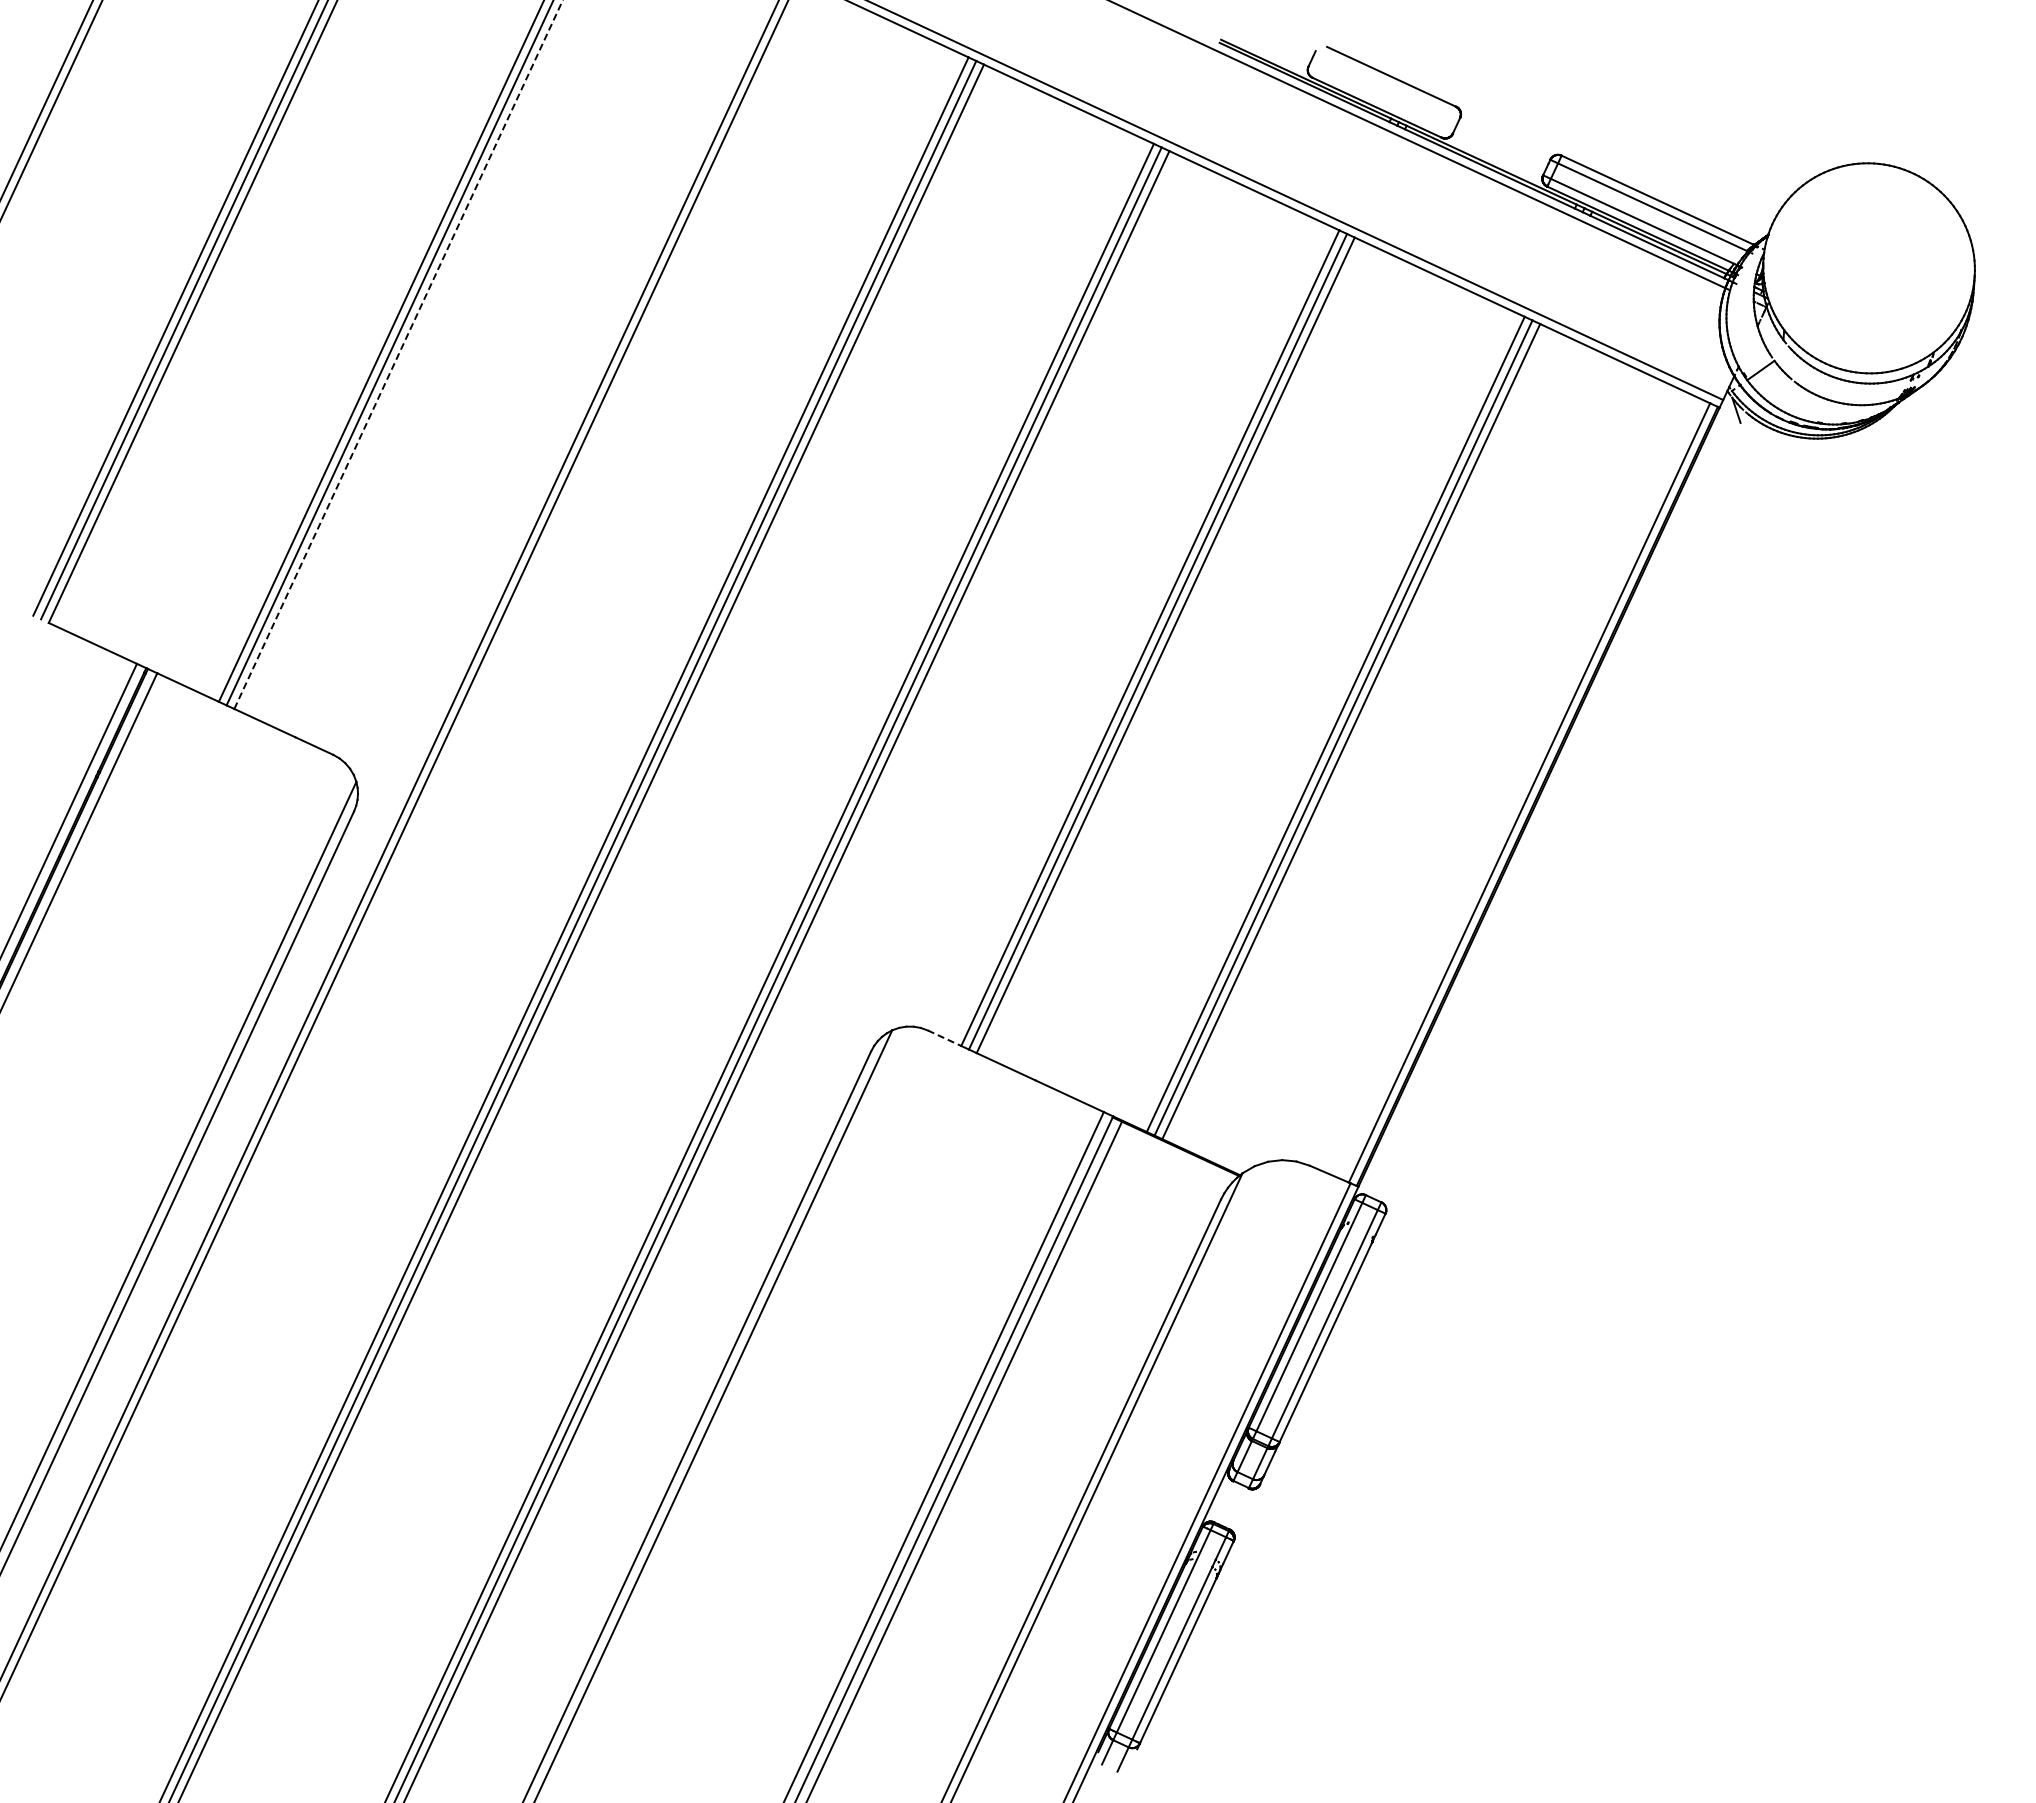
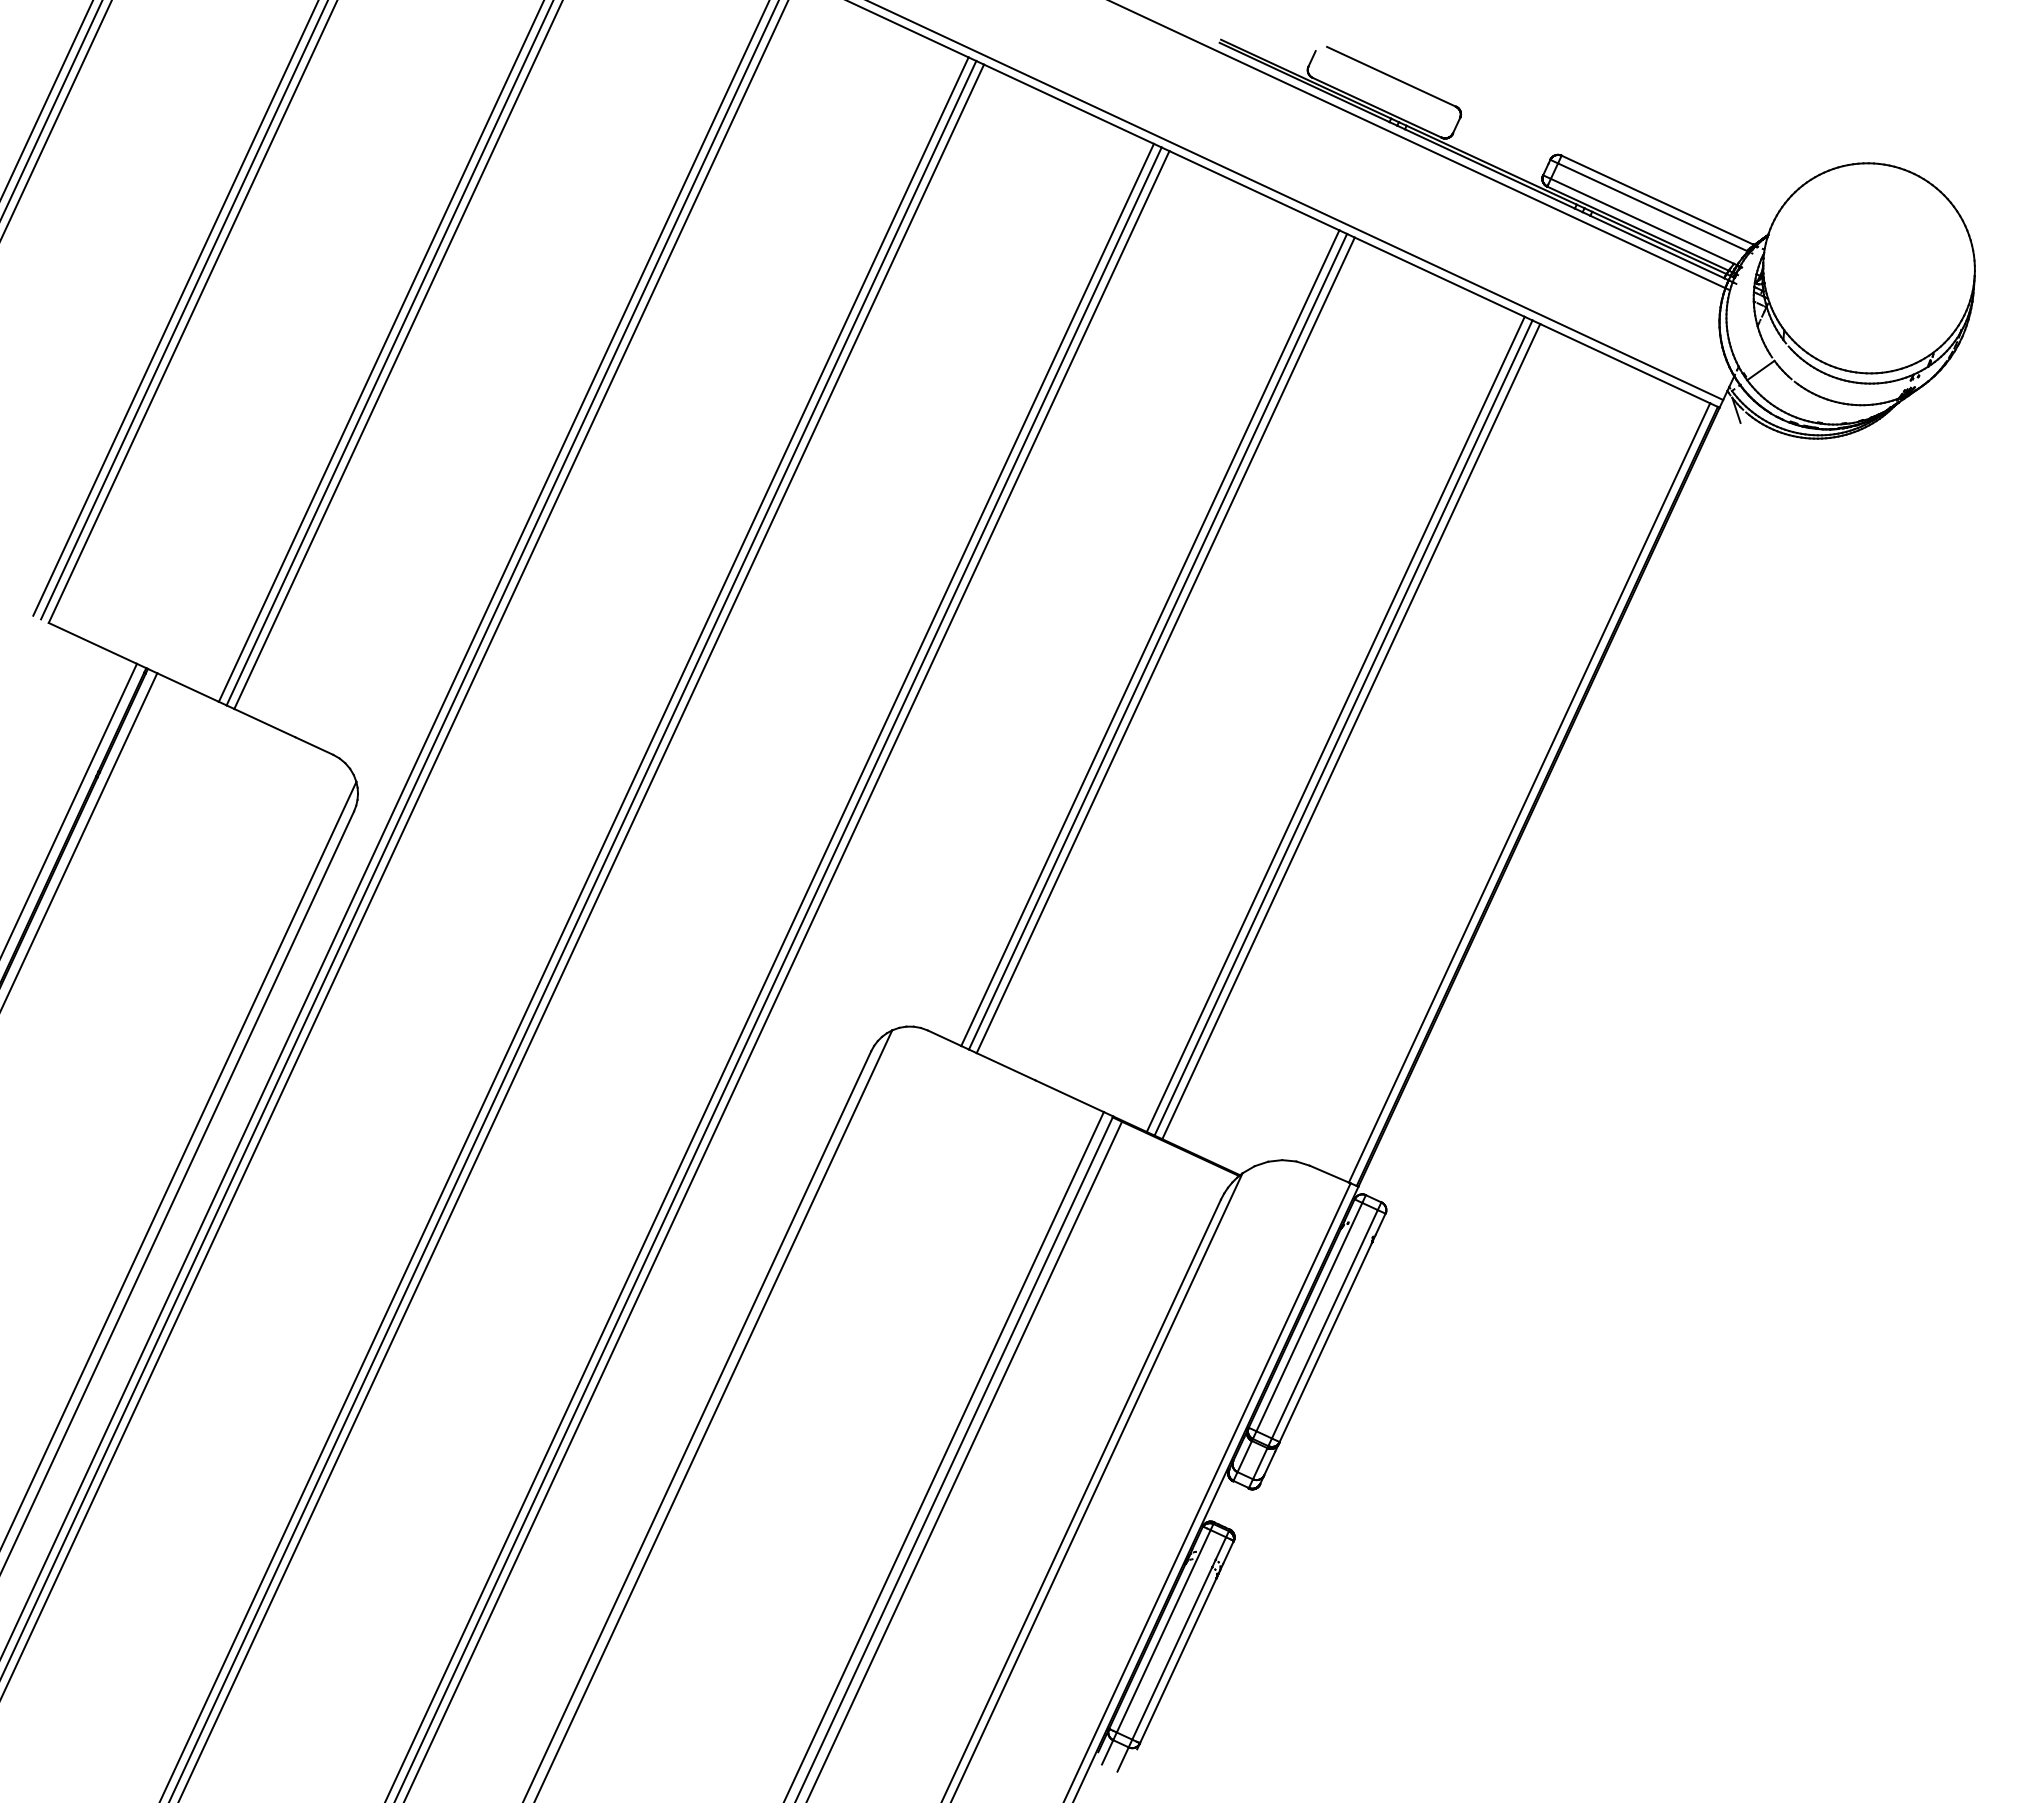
line at (56, 119): none -> present
line at (398, 354): dashed -> solid
line at (385, 828): none -> present
line at (945, 1038): dashed -> solid
